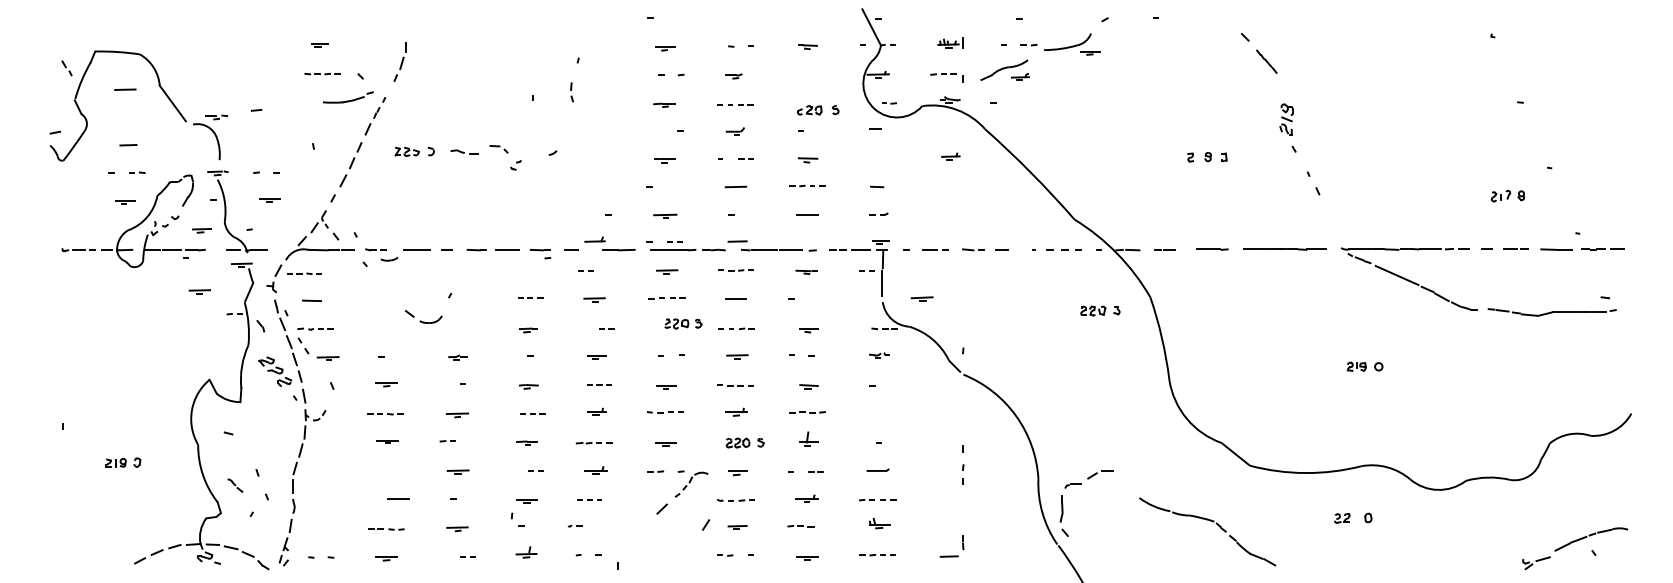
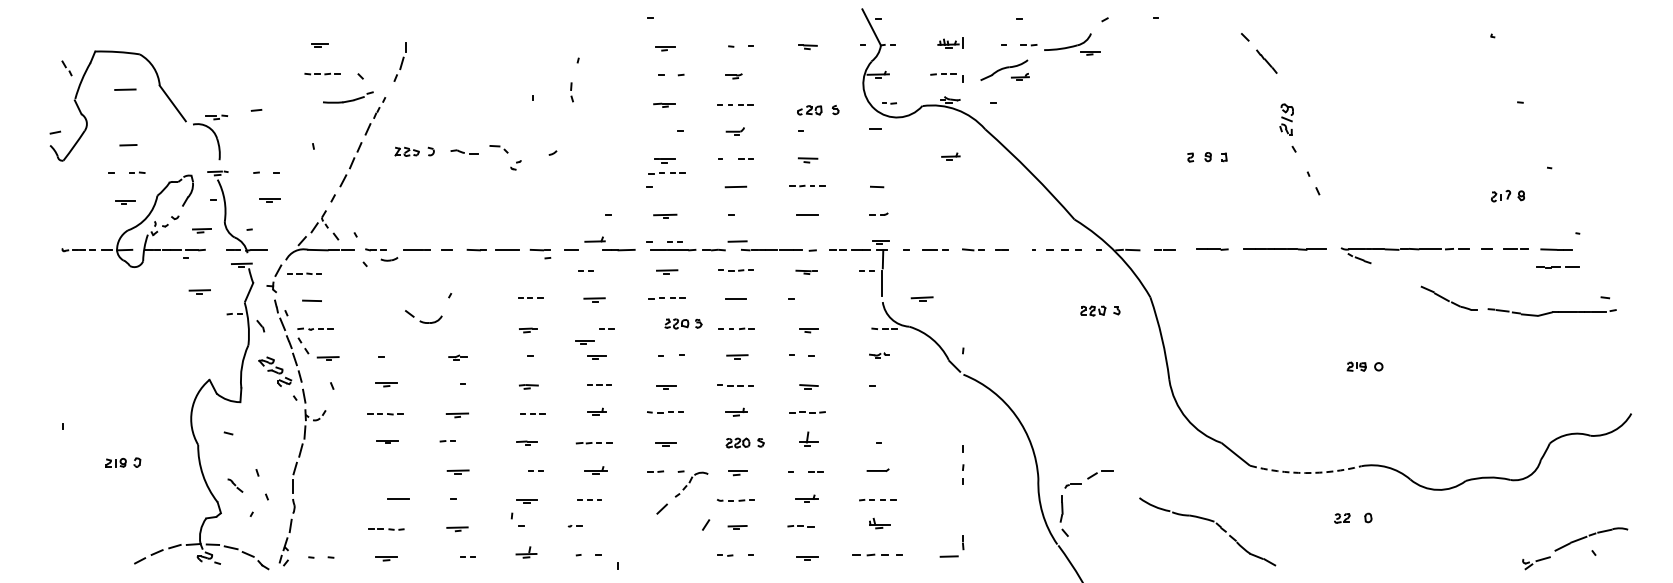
part at (666, 173): none -> present
part at (1602, 249) position: (1602, 249) -> (1557, 267)
line at (1396, 274): present -> none
part at (584, 342): none -> present
arc at (1305, 473): solid -> dashed
part at (877, 555) size: 37x3 px -> 51x4 px
